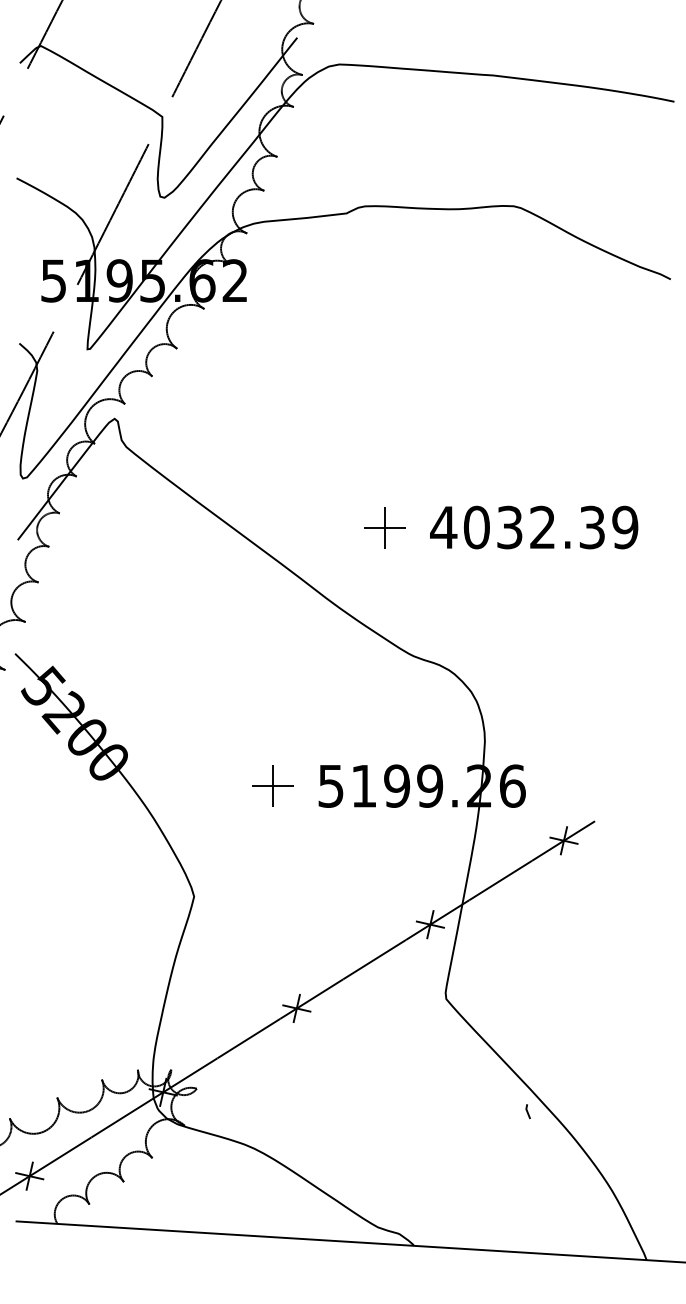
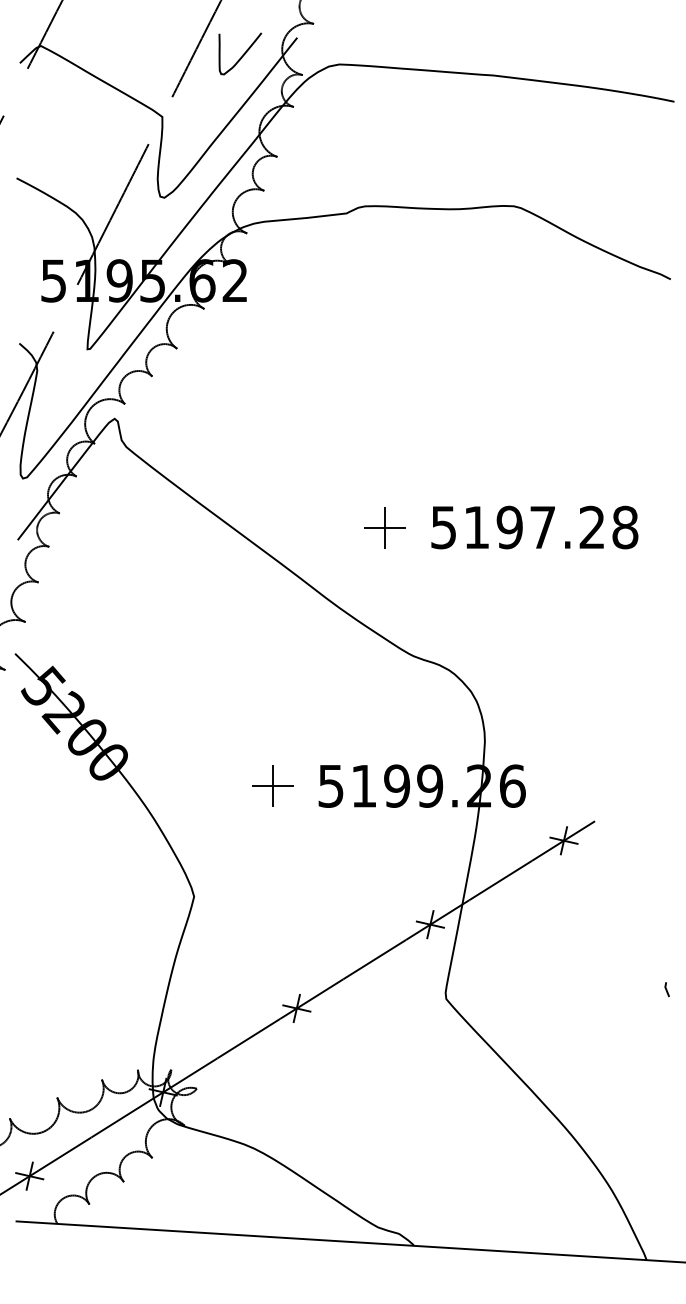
curve at (242, 54): none -> present
text at (534, 527): 4032.39 -> 5197.28
line at (527, 1111) position: (527, 1111) -> (666, 989)
